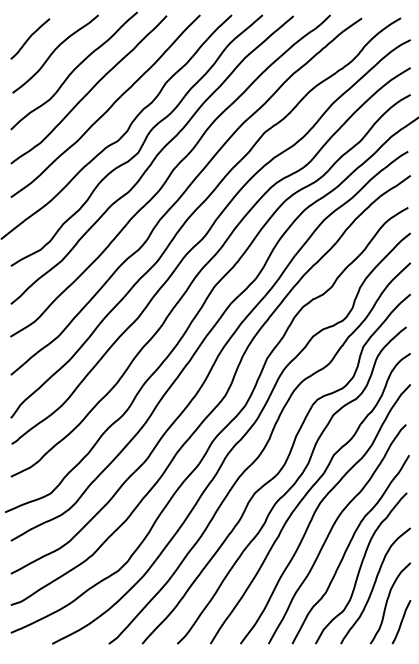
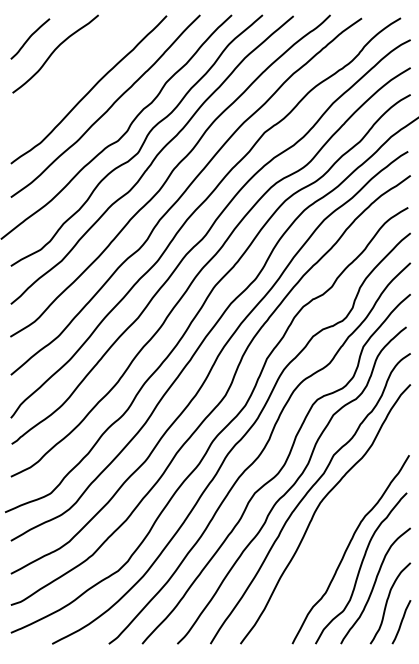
curve at (73, 70): present -> none
curve at (331, 531): present -> none
